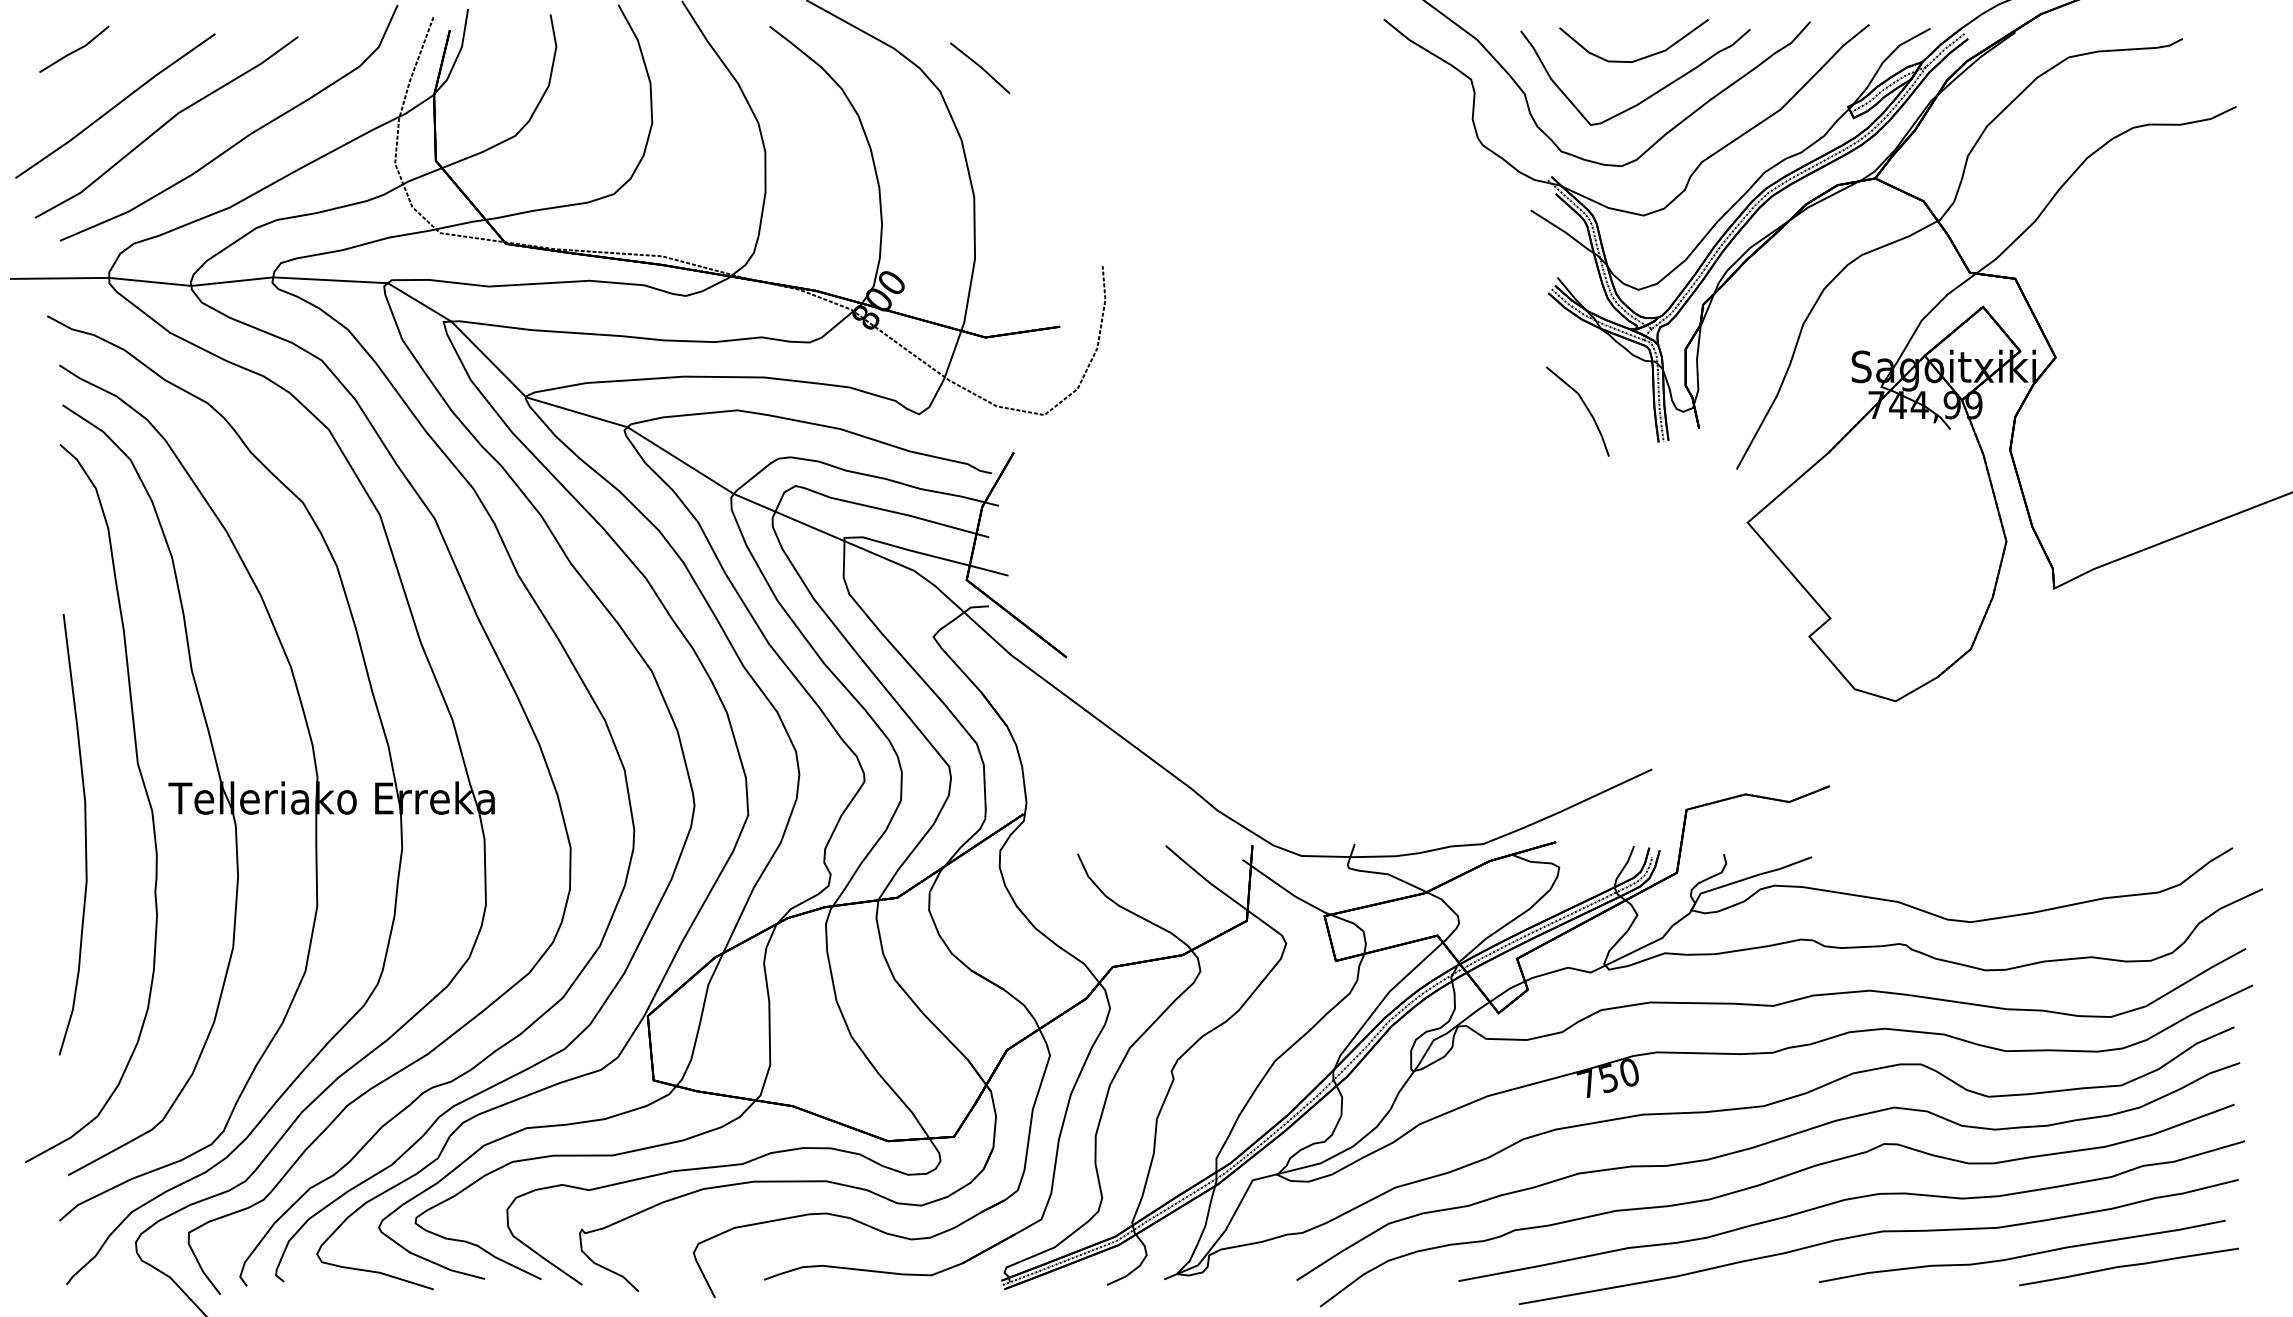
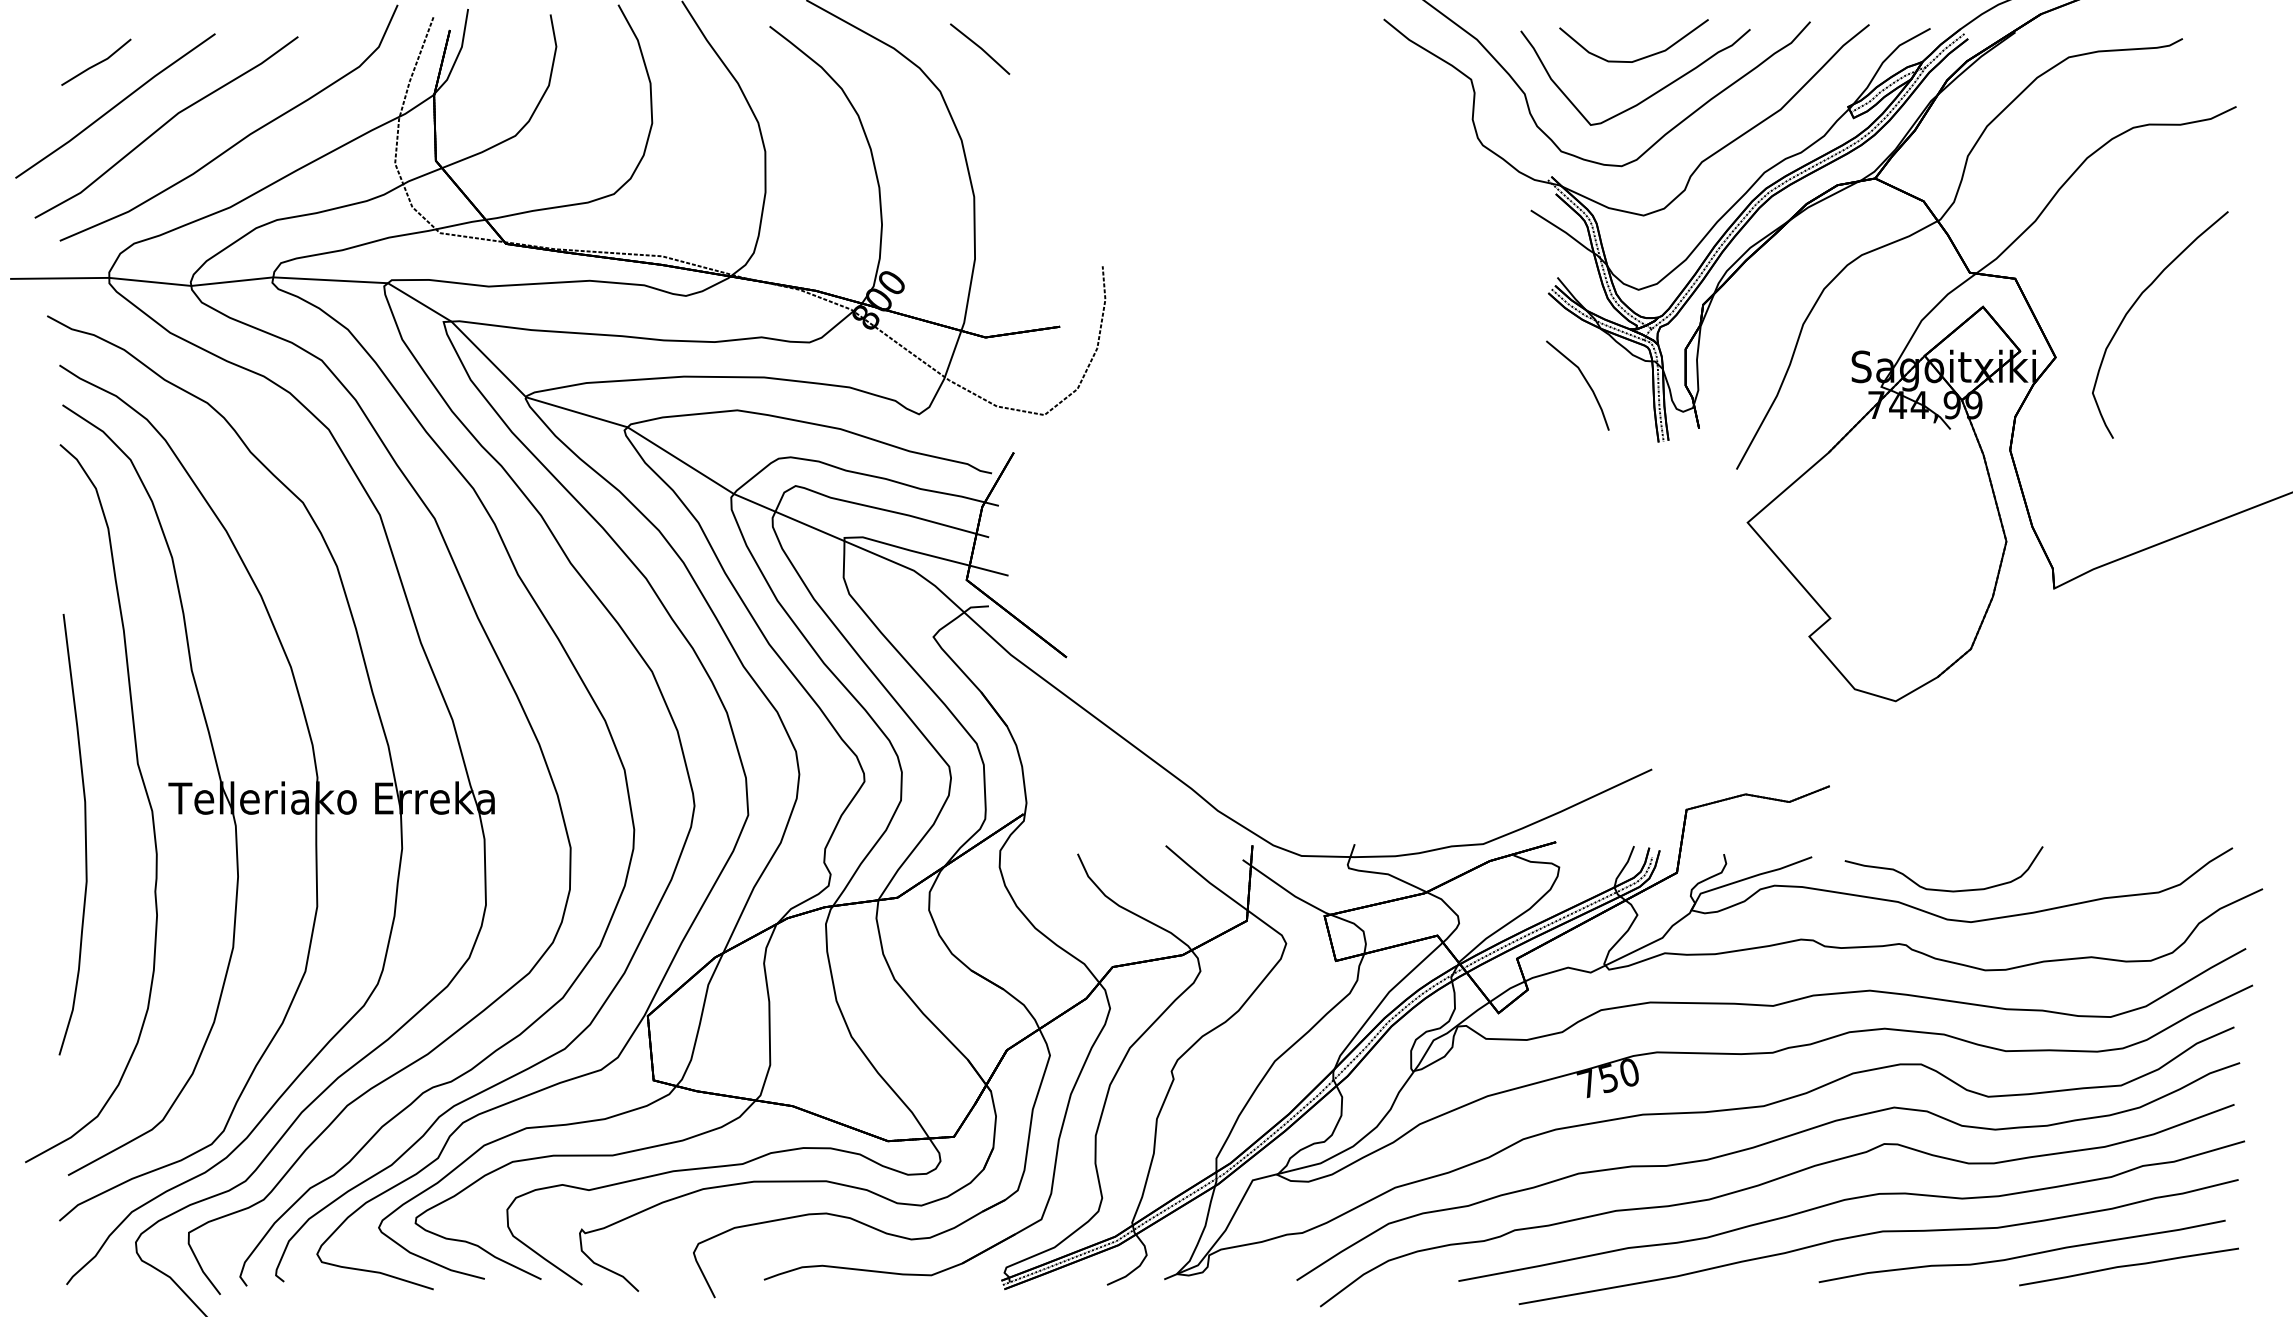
line at (74, 50) position: (74, 50) -> (96, 63)
line at (980, 67) position: (980, 67) -> (980, 48)
curve at (2134, 305): none -> present
line at (1585, 407) position: (1585, 407) -> (1585, 381)
curve at (1943, 889): none -> present
